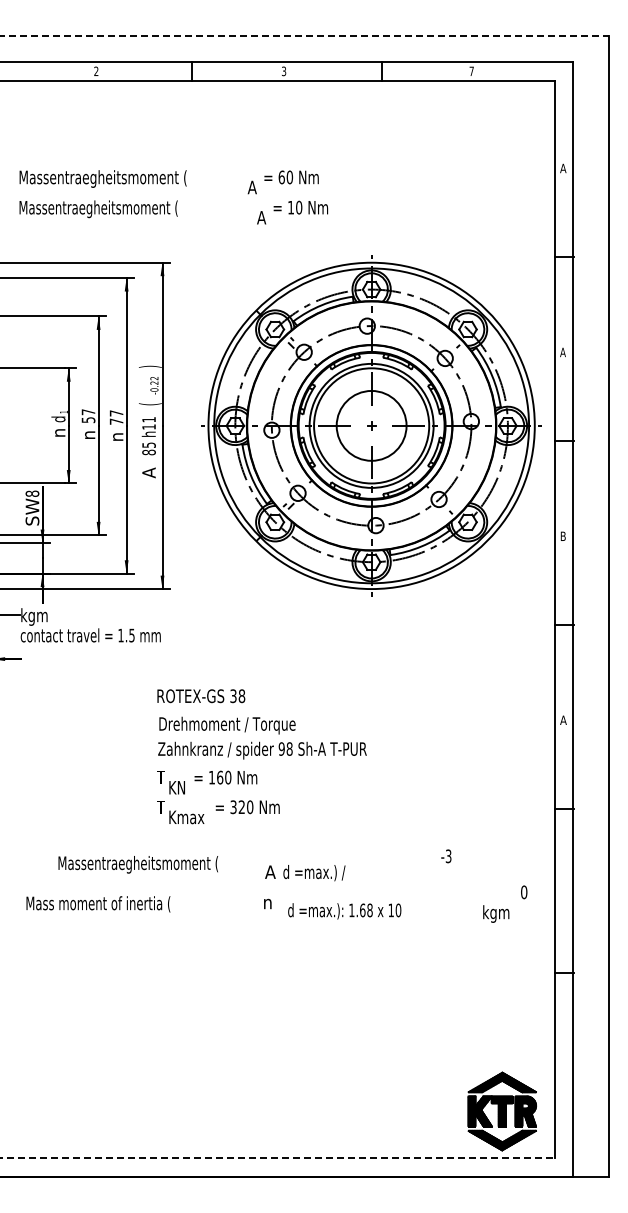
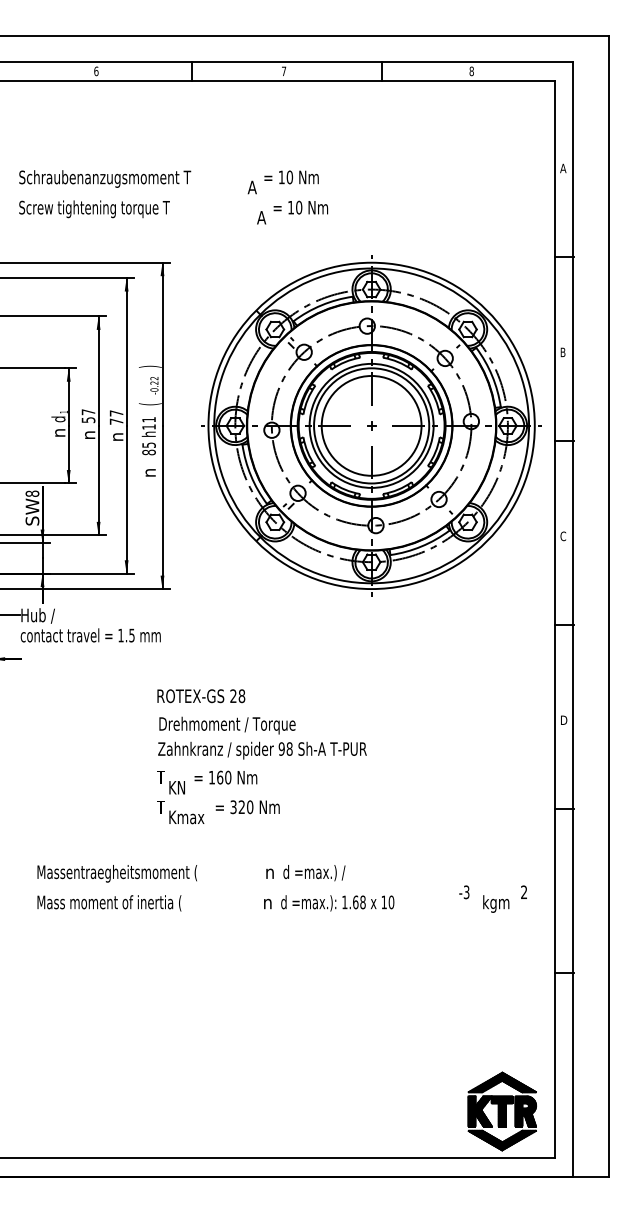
line at (305, 36): dashed -> solid
text at (96, 71): 2 -> 6
text at (284, 71): 3 -> 7
text at (471, 71): 7 -> 8
text at (281, 177): 60 -> 10
text at (105, 178): Massentraegheitsmoment ( -> Schraubenanzugsmoment T
text at (98, 209): Massentraegheitsmoment ( -> Screw tightening torque T
text at (562, 352): A -> B
circle at (371, 425) diameter: 70 px -> 100 px
text at (148, 472): A -> n
text at (563, 536): B -> C
text at (37, 616): kgm -> Hub /
text at (233, 696): 38 -> 28
text at (563, 719): A -> D
text at (446, 856) position: (446, 856) -> (464, 892)
text at (137, 864) position: (137, 864) -> (116, 873)
text at (270, 871): A -> n
text at (524, 892): 0 -> 2
text at (98, 904) position: (98, 904) -> (109, 903)
text at (344, 911) position: (344, 911) -> (337, 903)
text at (496, 913) position: (496, 913) -> (496, 903)
line at (277, 1157): dashed -> solid
